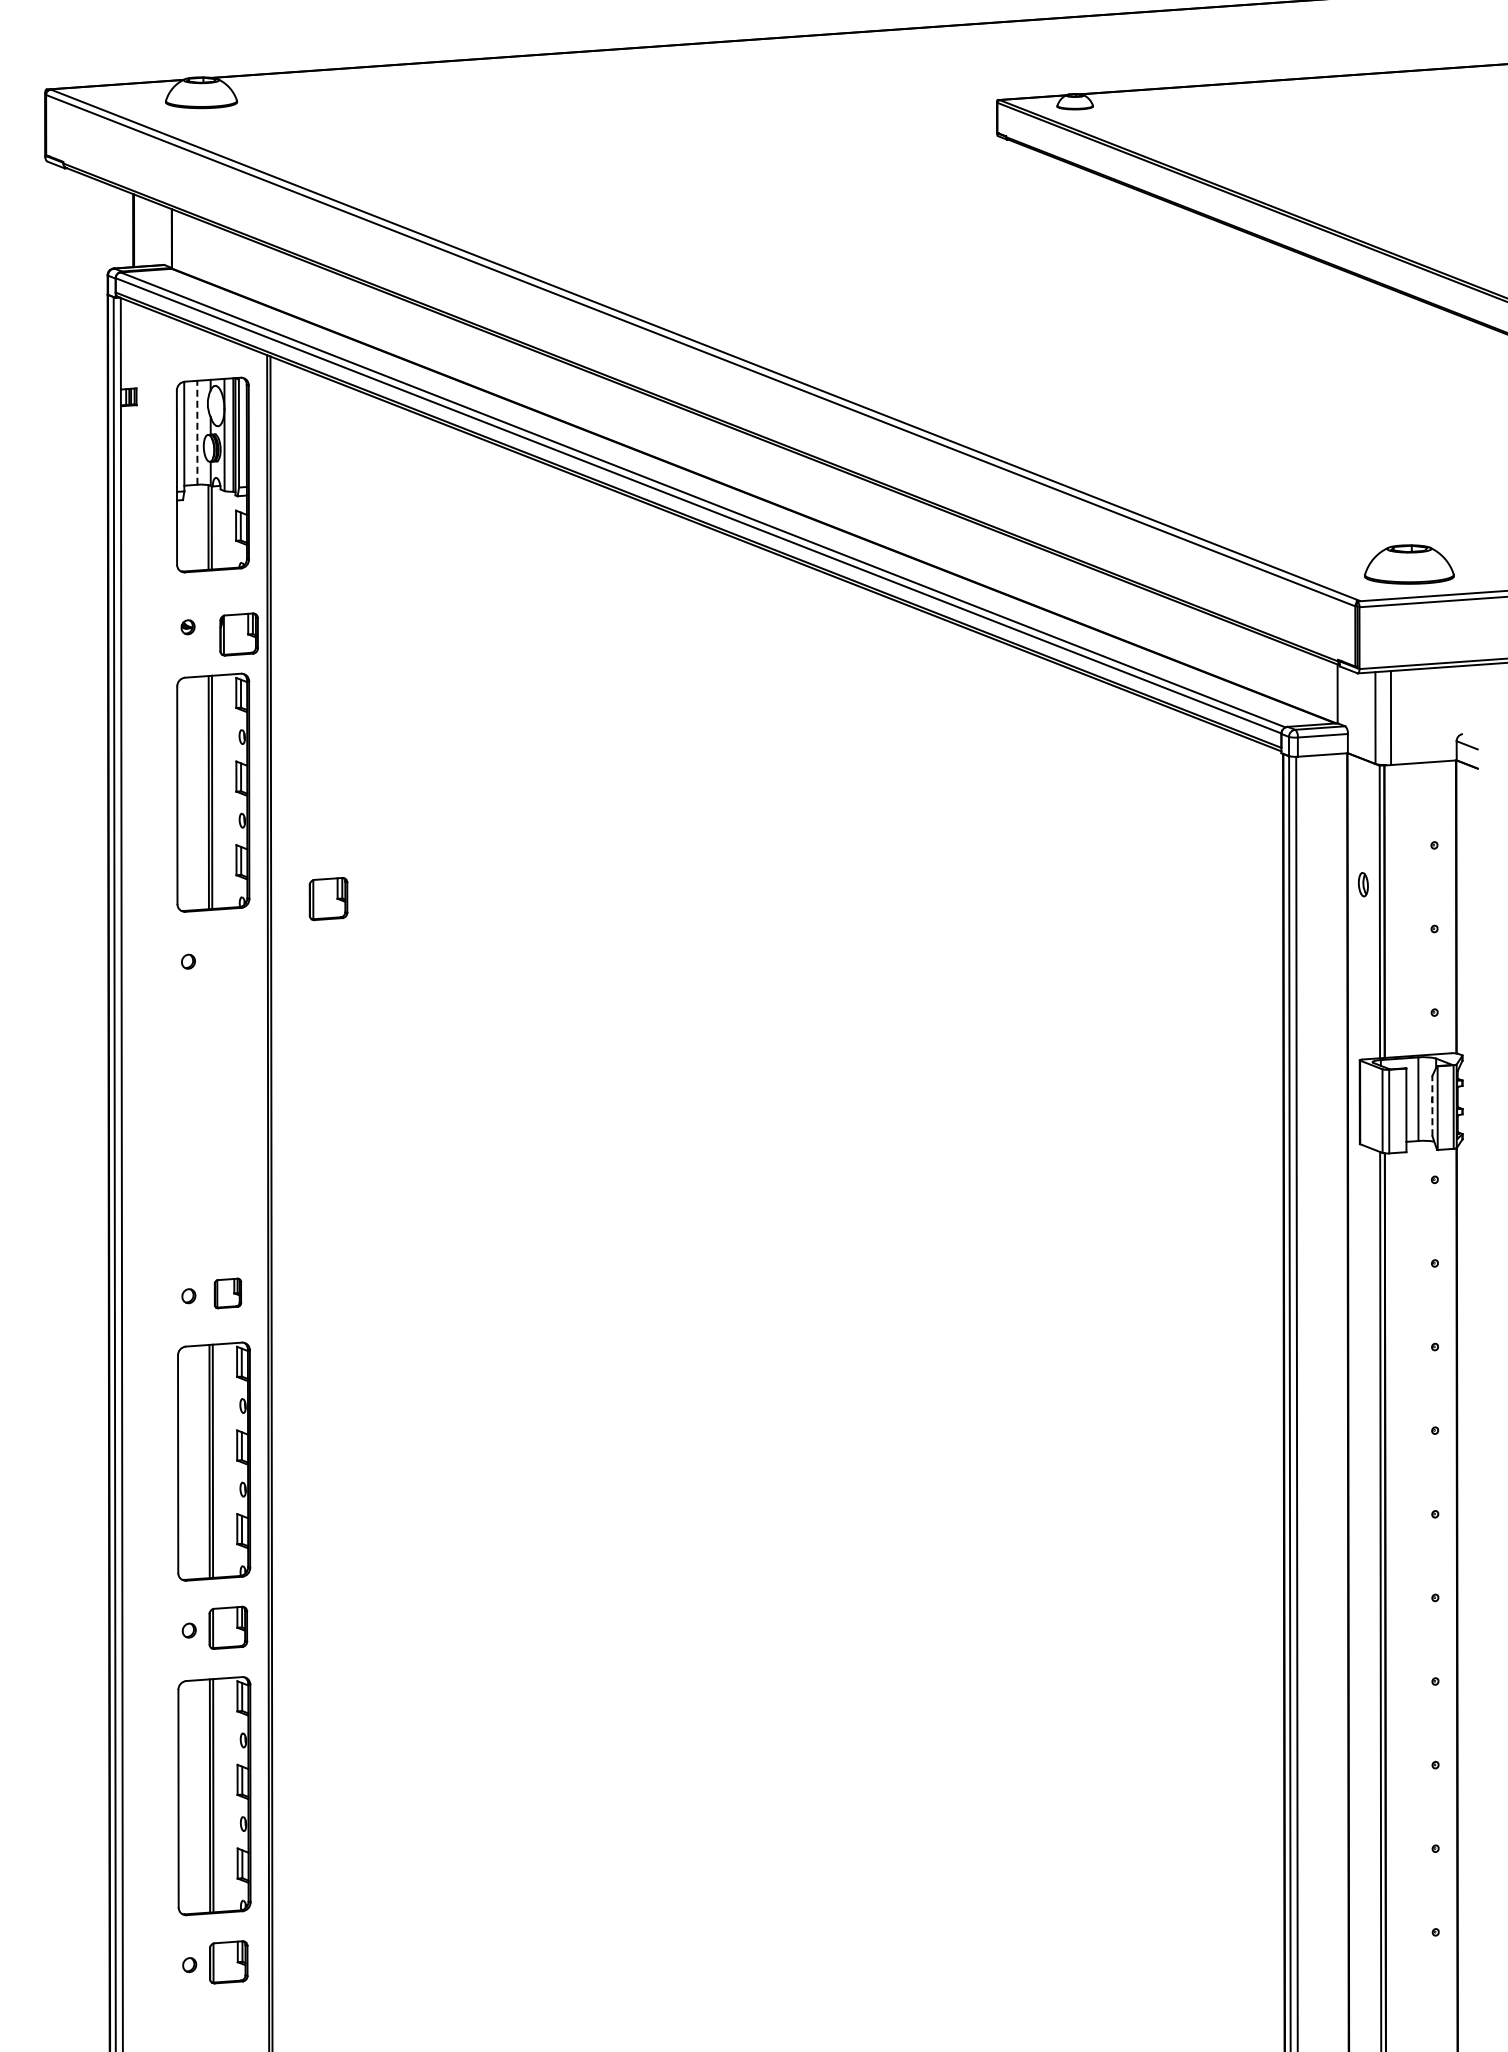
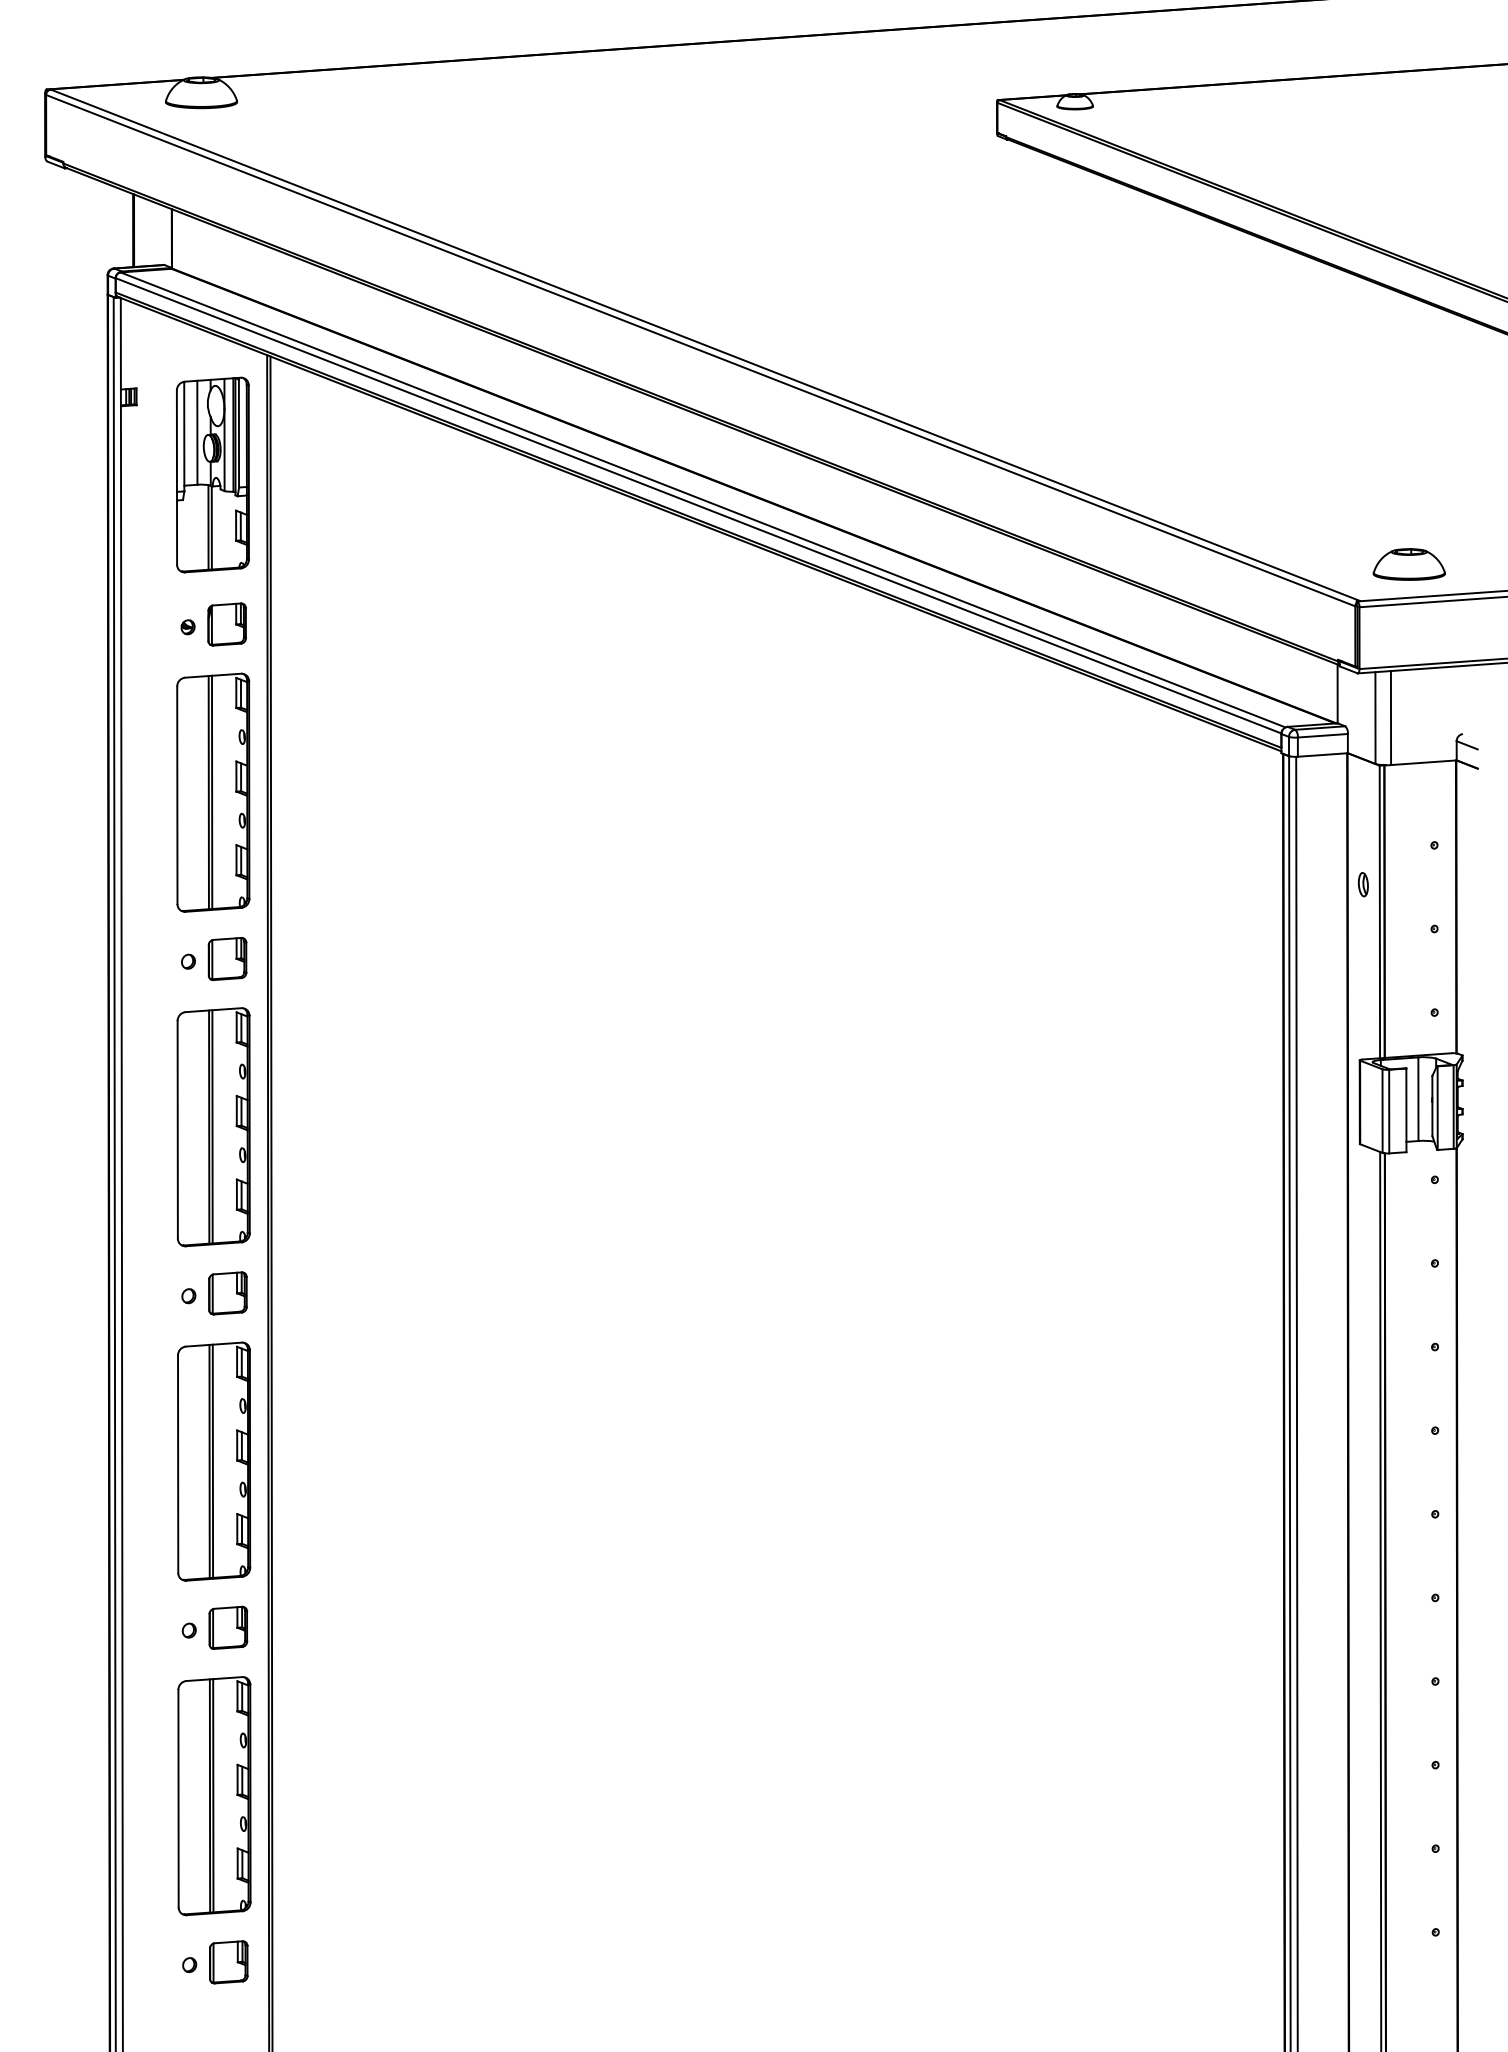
line at (197, 432): dashed -> solid
part at (1409, 564) size: 91x41 px -> 74x33 px
part at (238, 634) position: (238, 634) -> (226, 624)
part at (328, 899) position: (328, 899) -> (227, 959)
line at (1432, 1105): dashed -> solid
part at (213, 1127): none -> present
part at (227, 1293) size: 30x33 px -> 40x45 px
